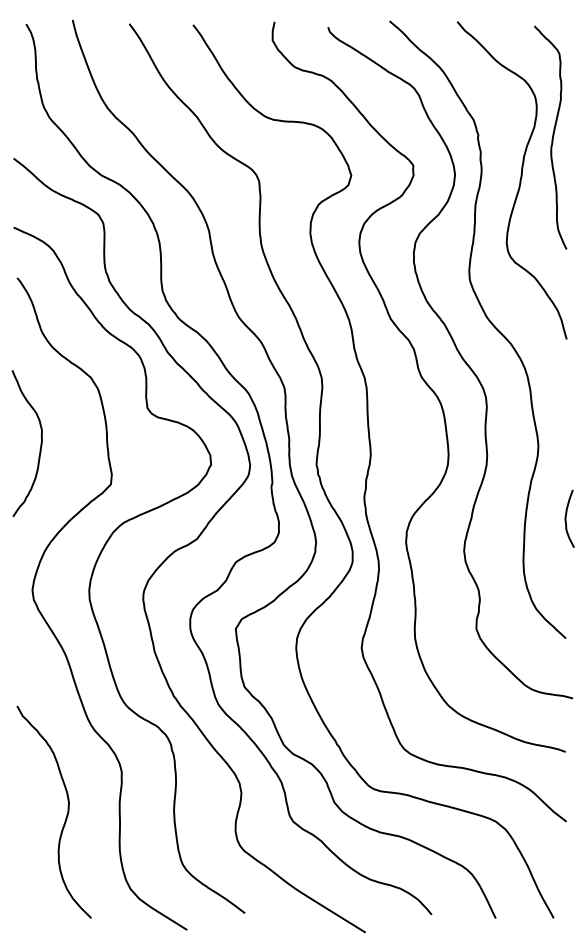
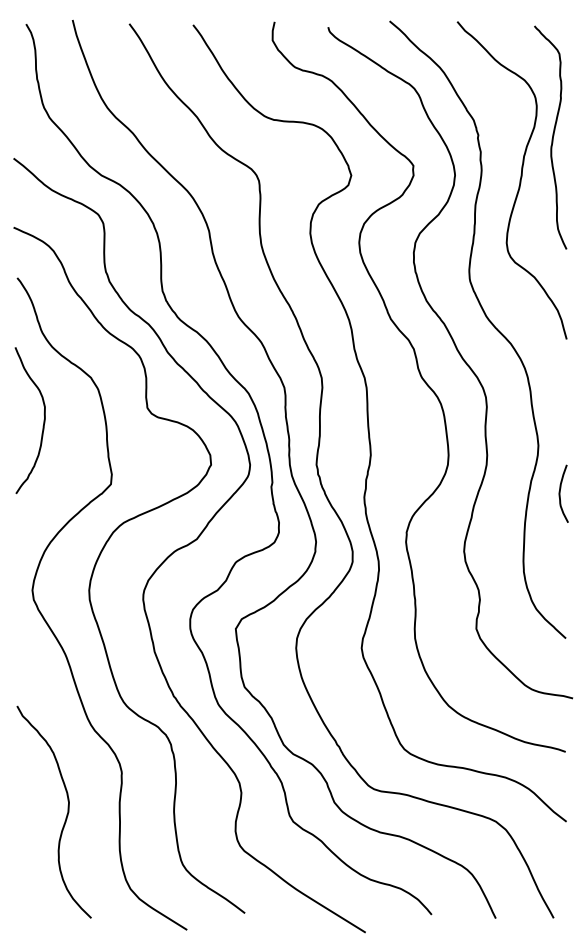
curve at (40, 443) position: (40, 443) -> (43, 420)
curve at (566, 518) position: (566, 518) -> (560, 493)
